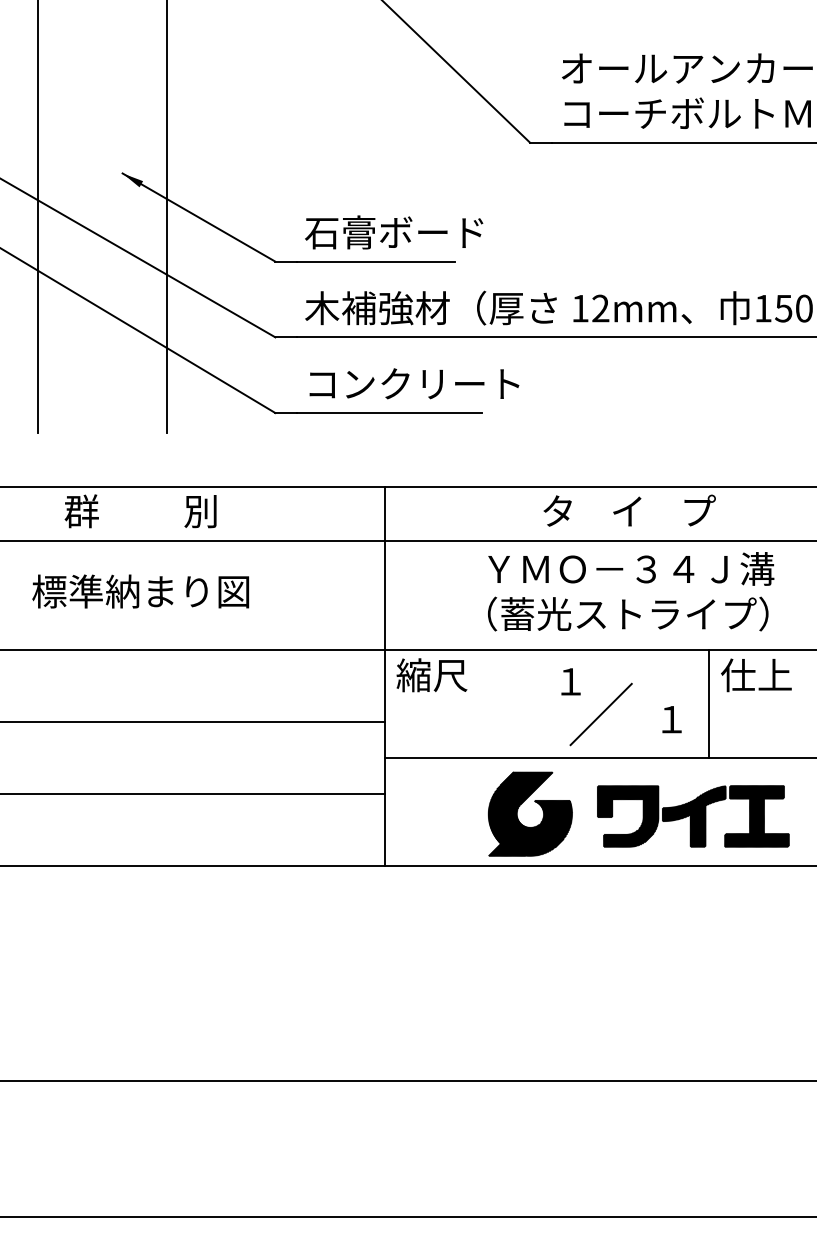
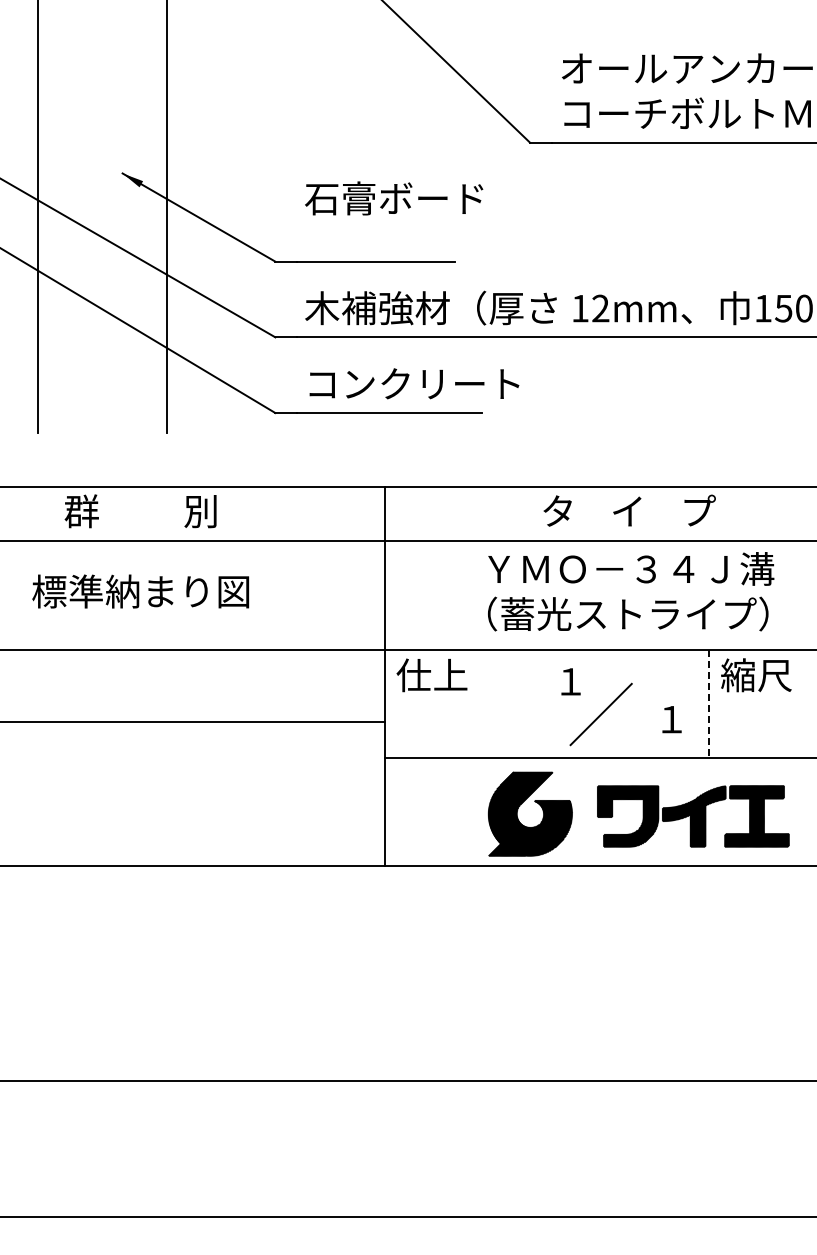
text at (394, 232) position: (394, 232) -> (394, 198)
text at (431, 675): 縮尺 -> 仕上
text at (756, 675): 仕上 -> 縮尺
line at (709, 704): solid -> dashed
line at (193, 793): present -> none
